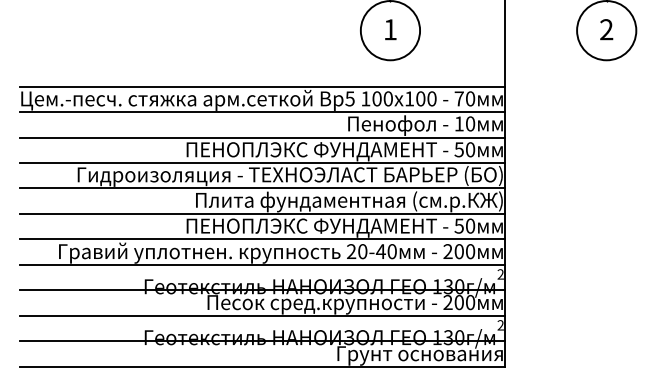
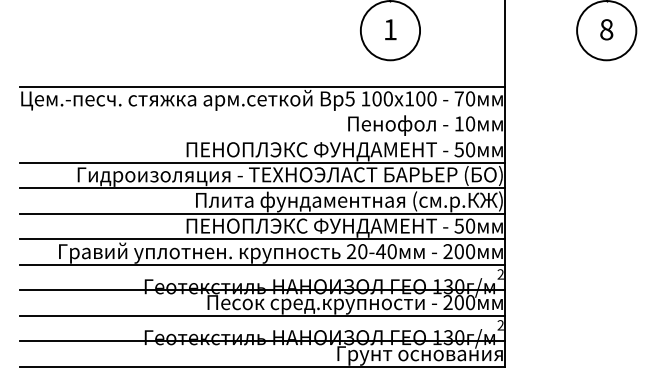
text at (606, 29): 2 -> 8
line at (261, 112): present -> none
line at (261, 137): present -> none
